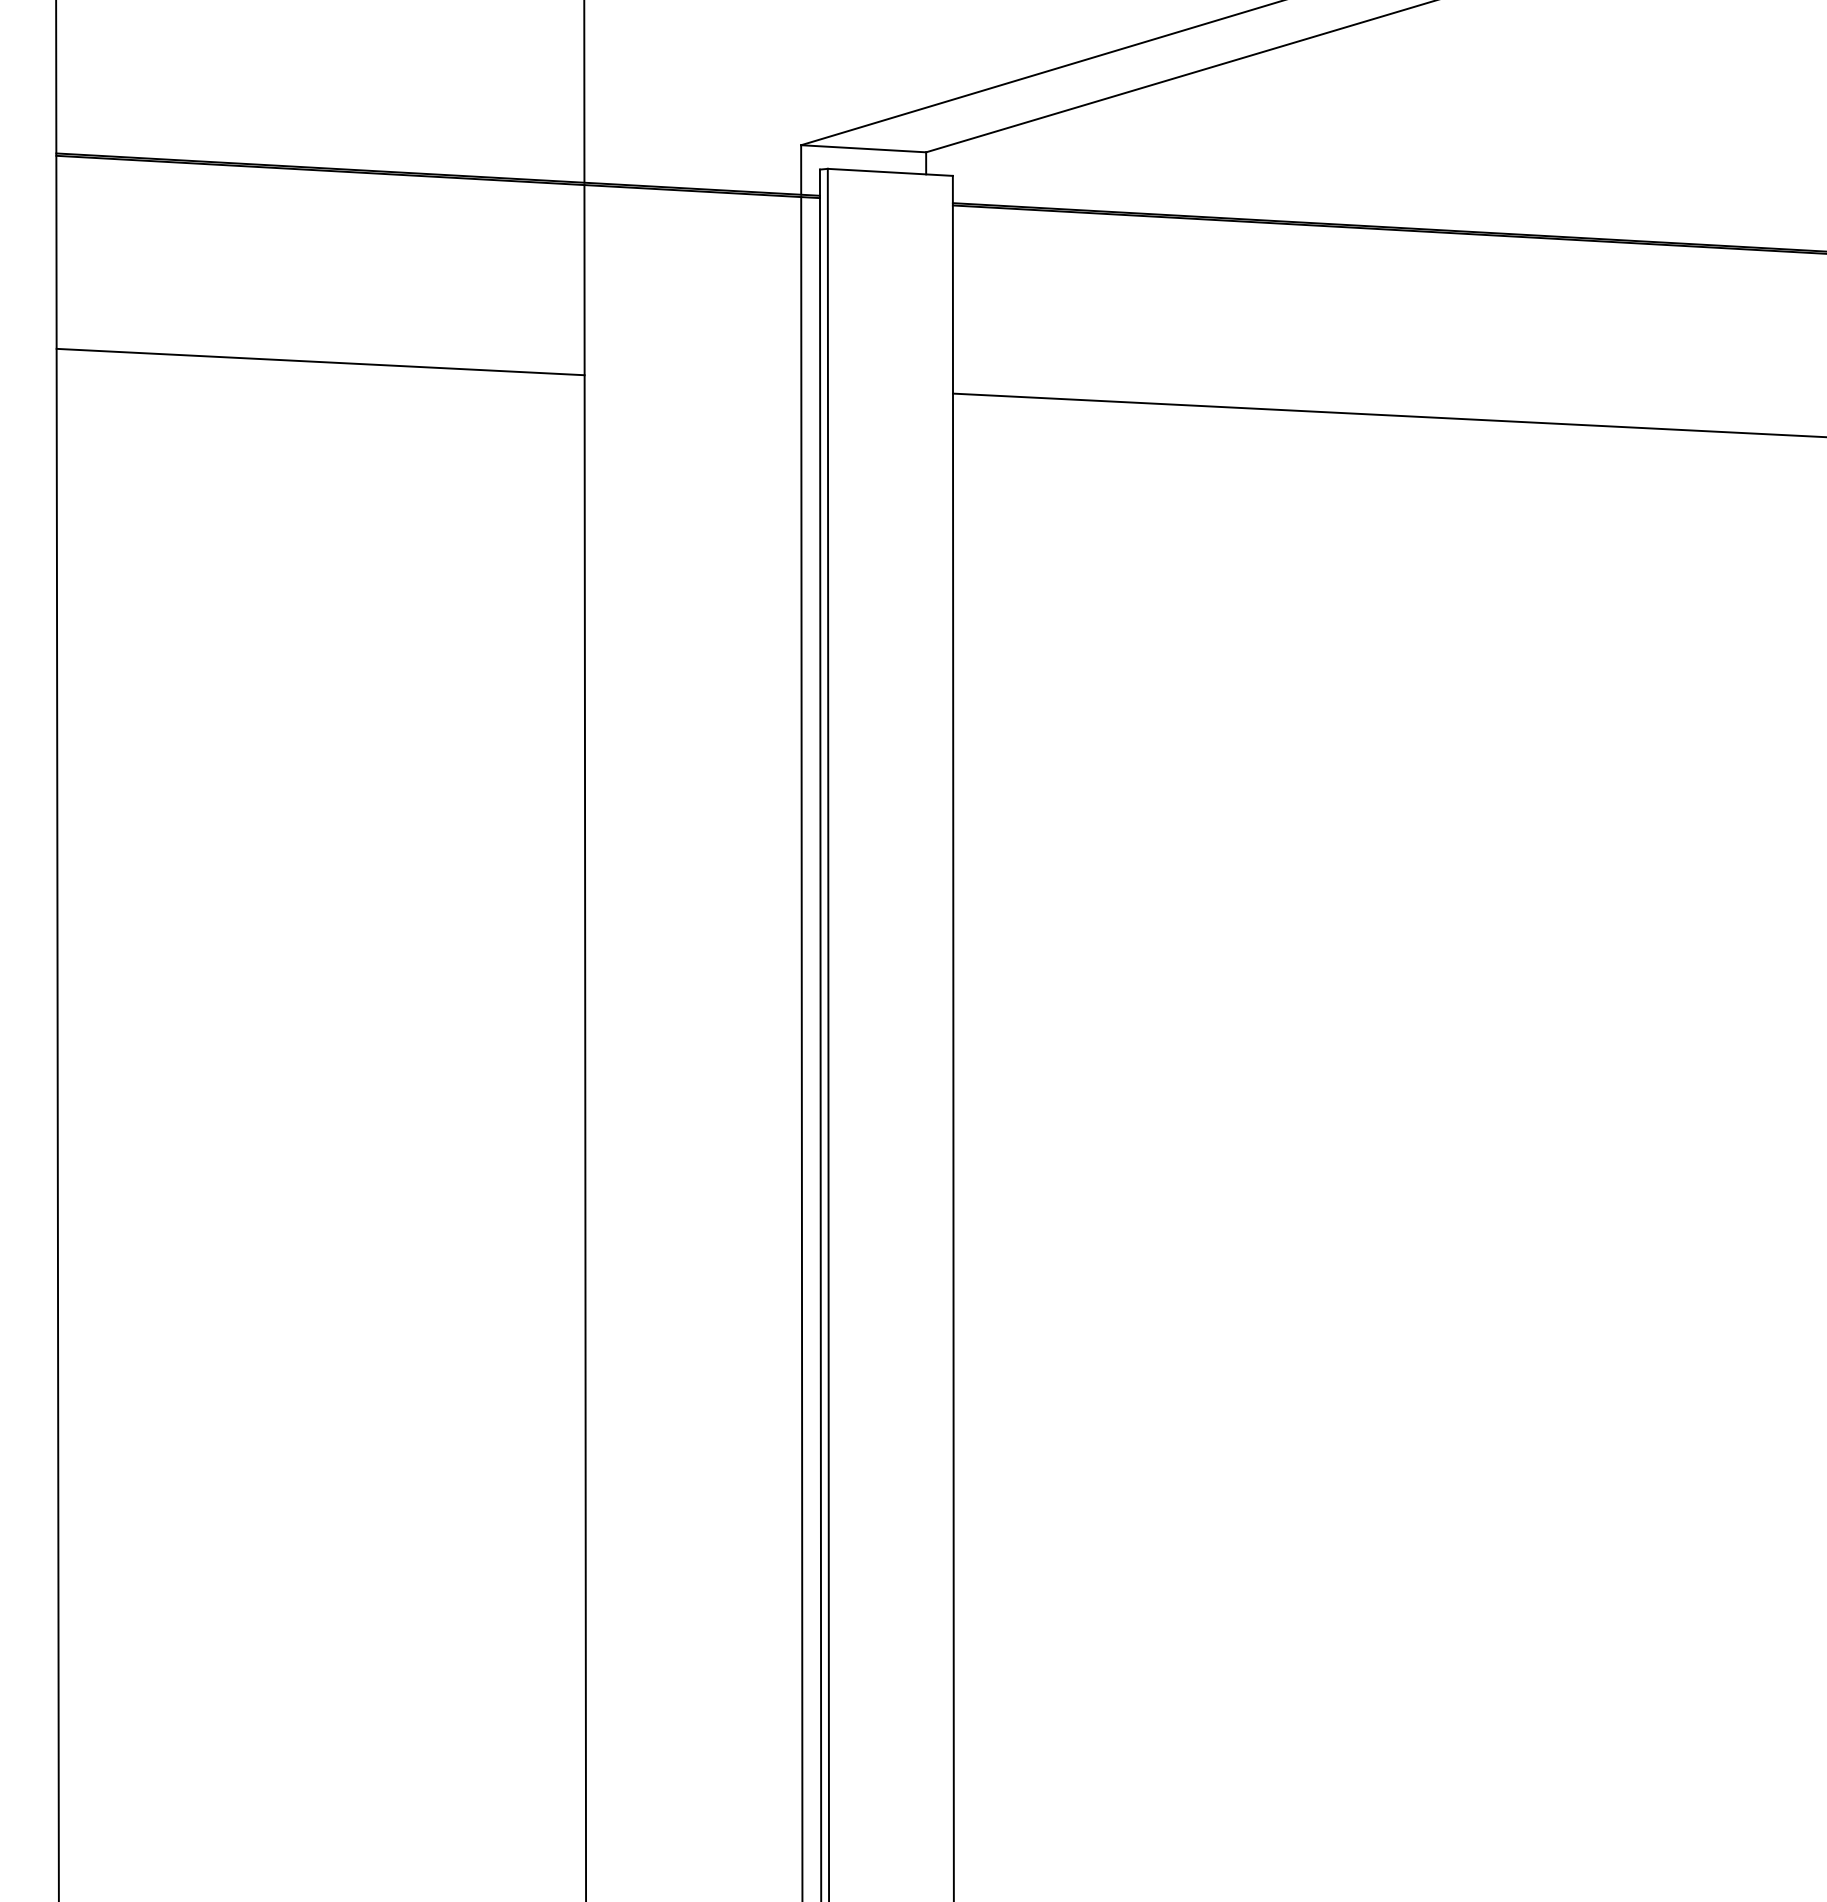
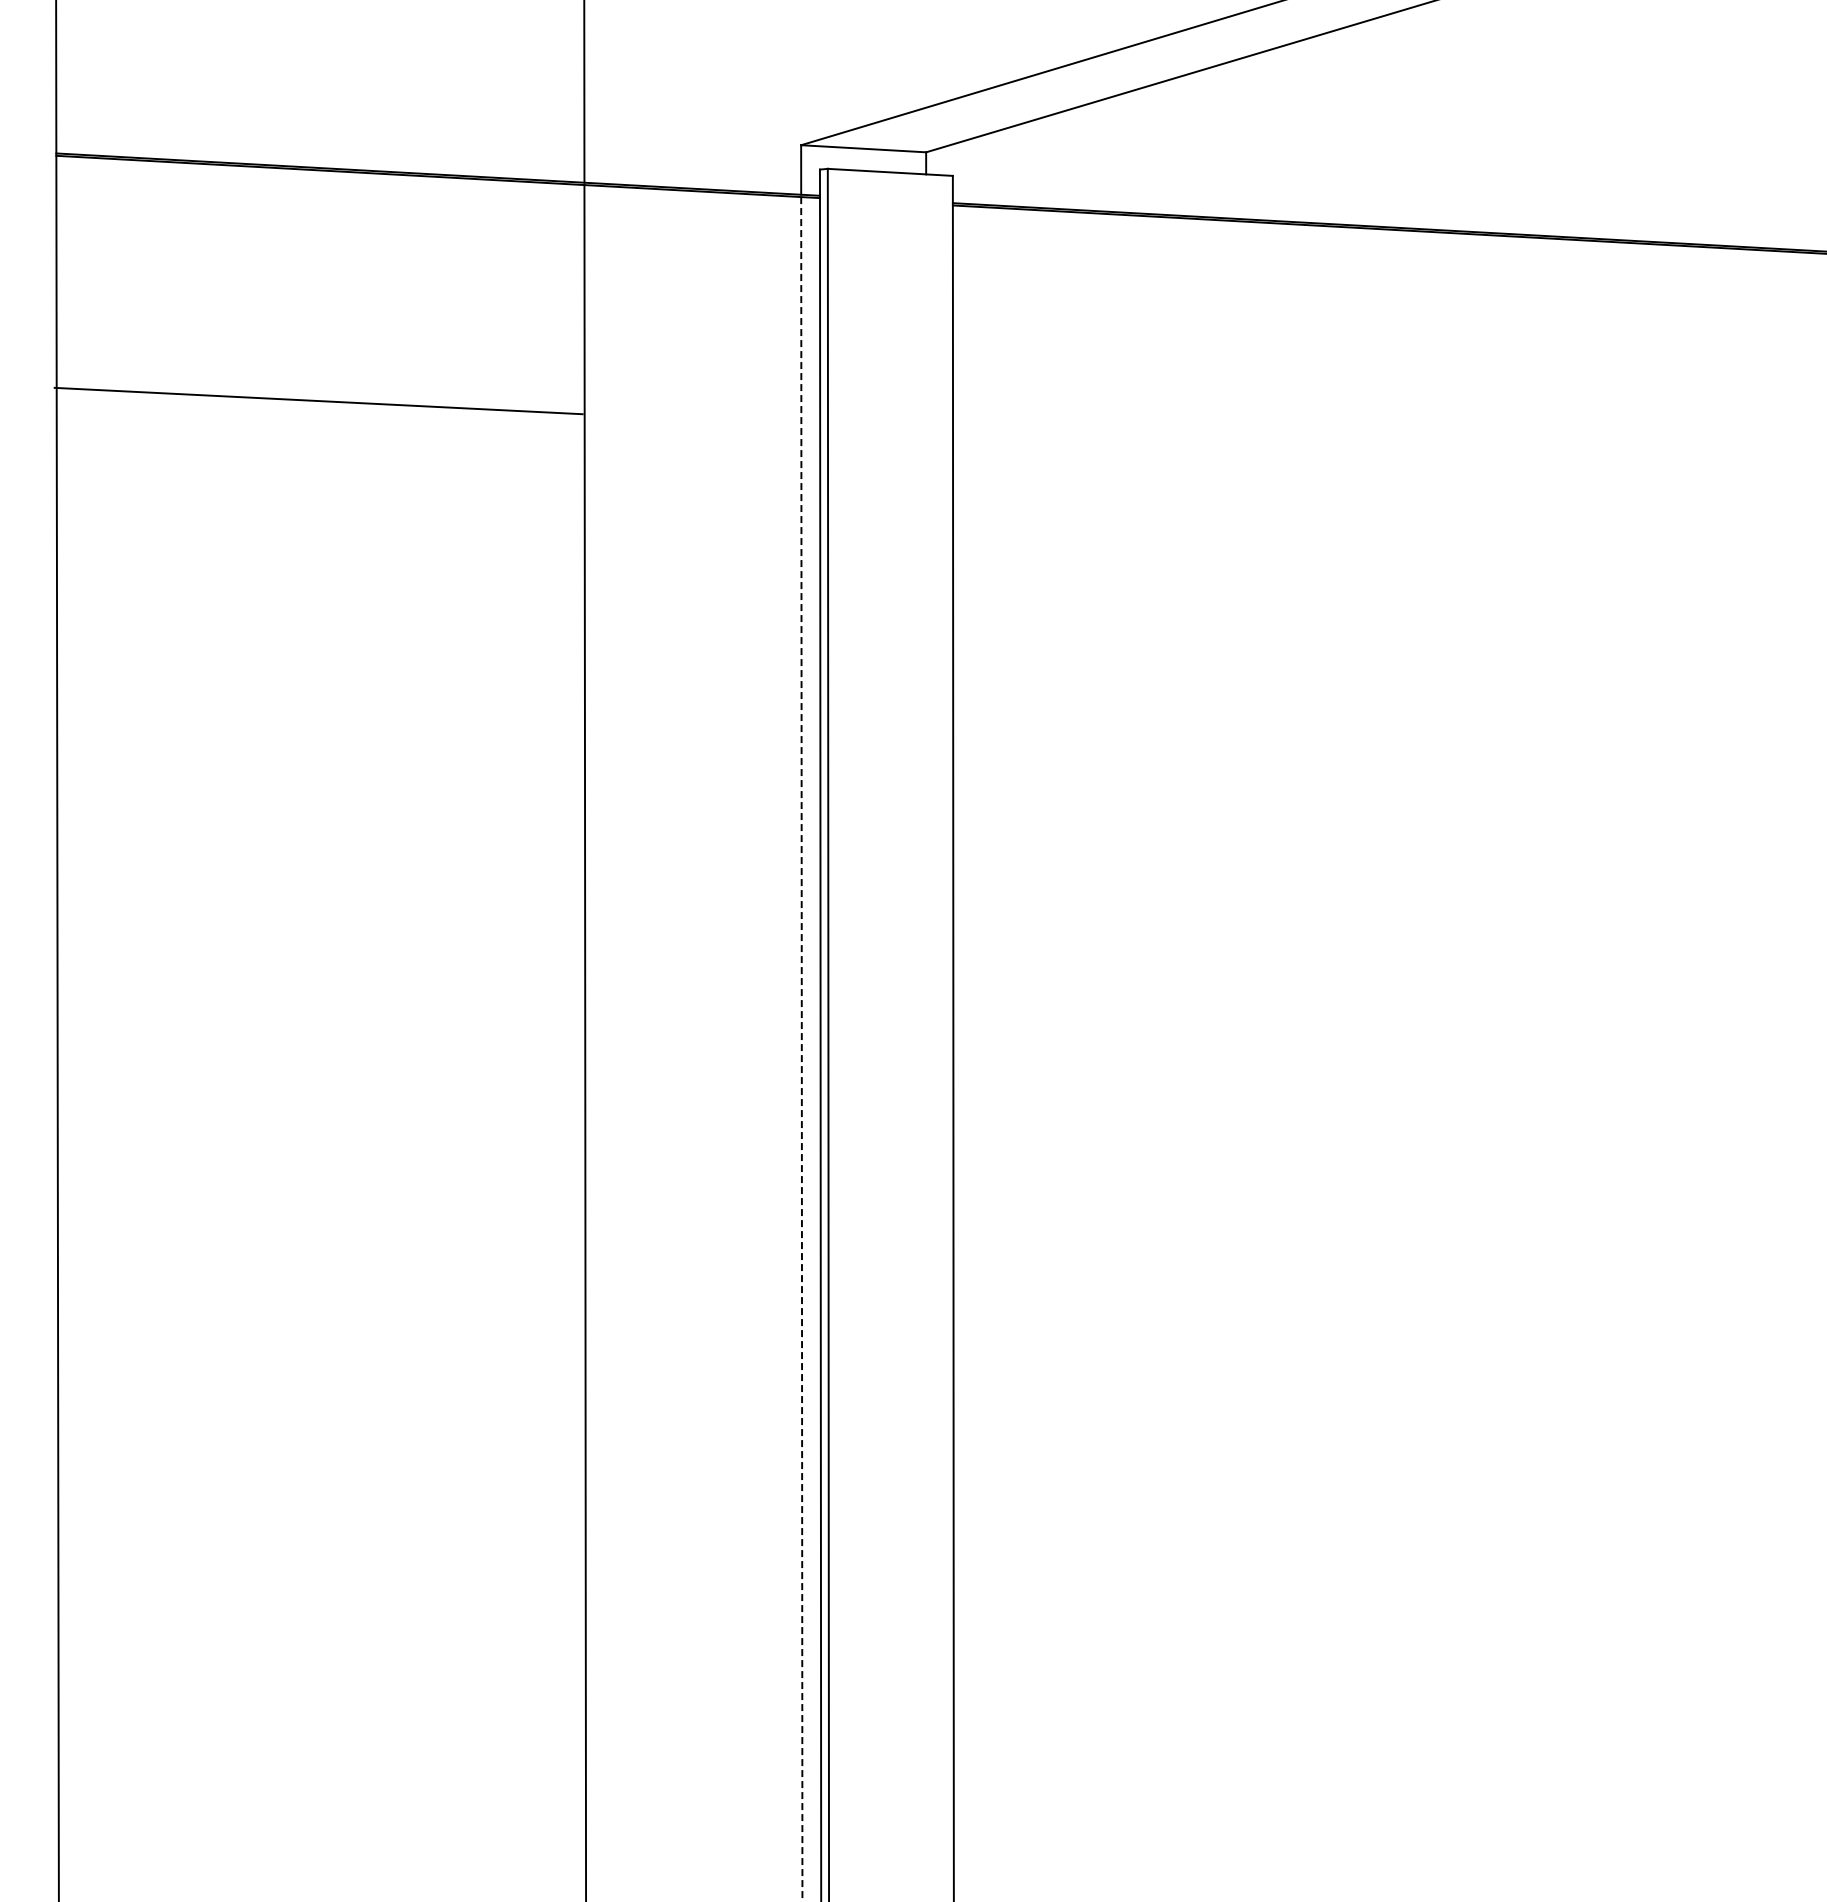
line at (320, 361) position: (320, 361) -> (318, 400)
line at (1388, 415): present -> none
line at (801, 1049): solid -> dashed
